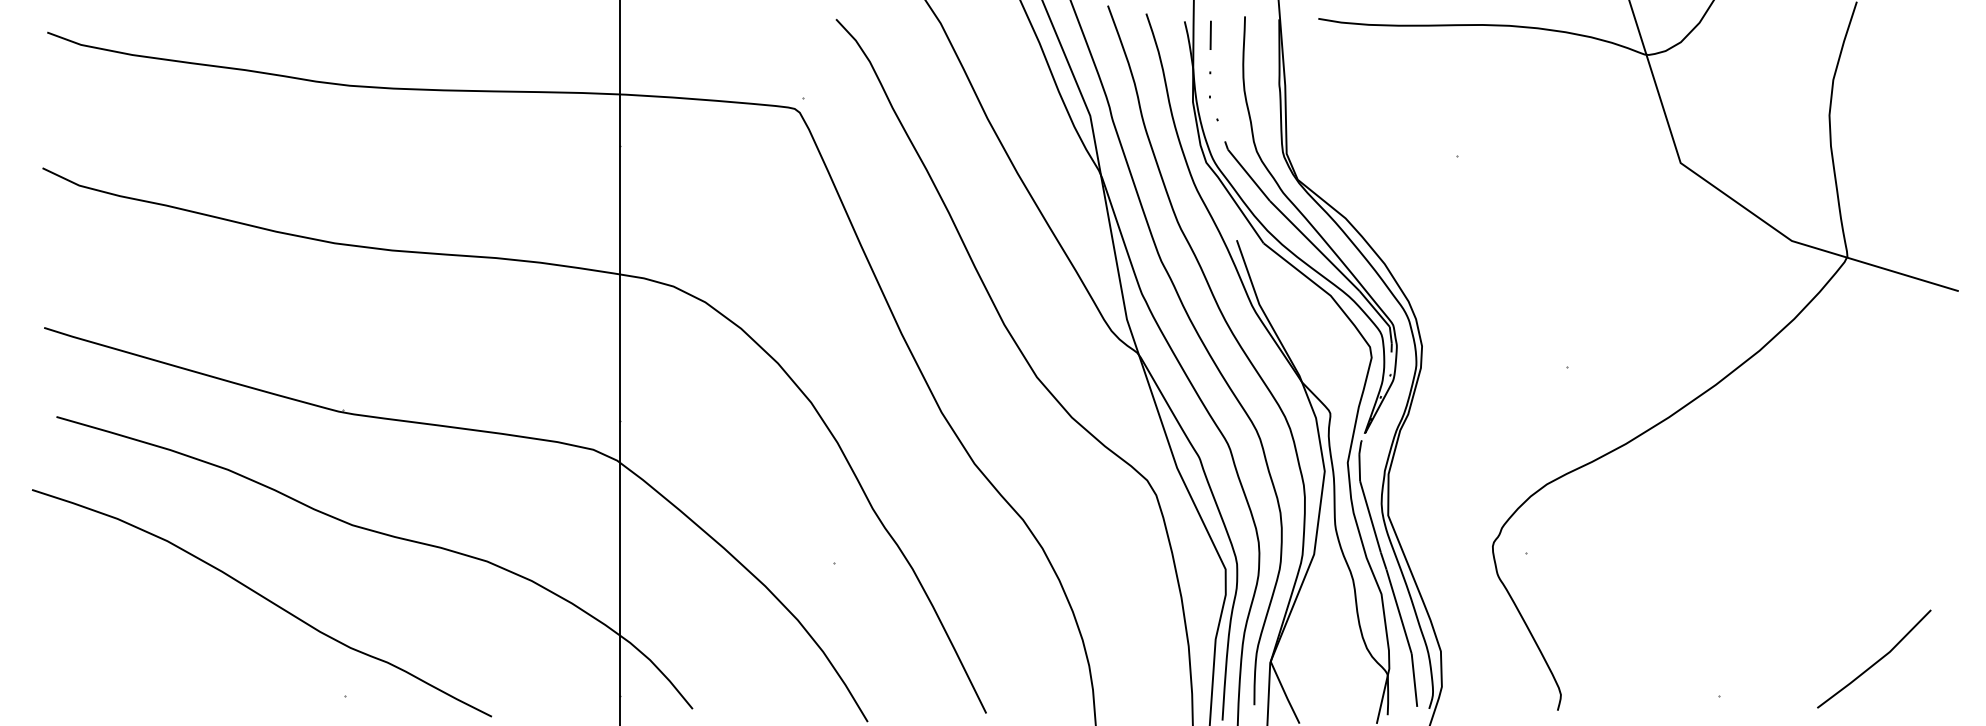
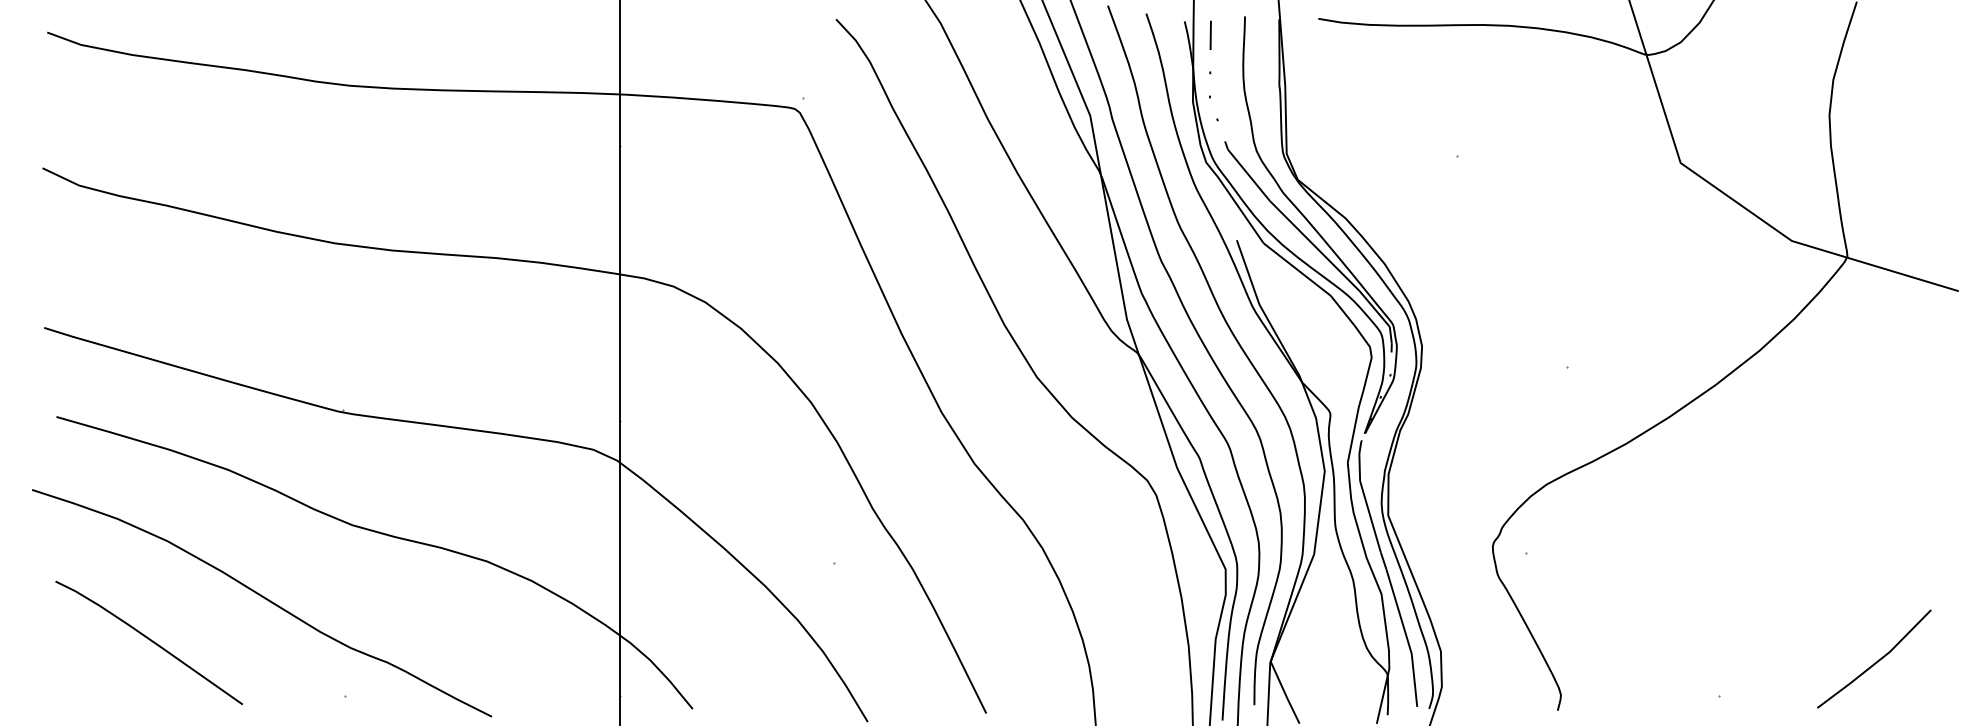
curve at (149, 640): none -> present
